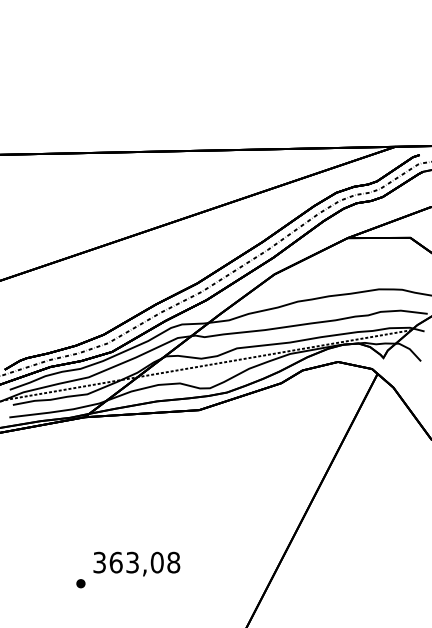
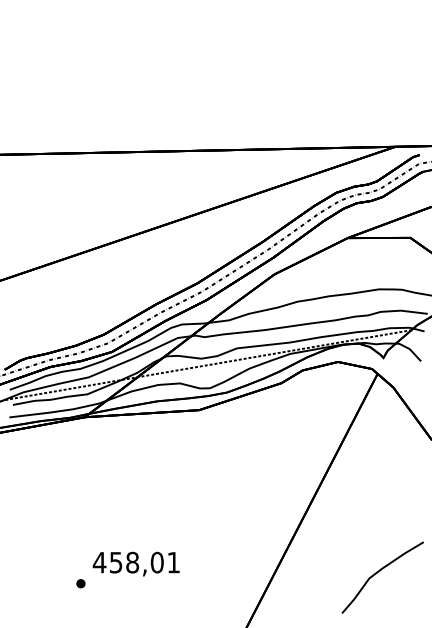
text at (136, 562): 363,08 -> 458,01
curve at (380, 571): none -> present
